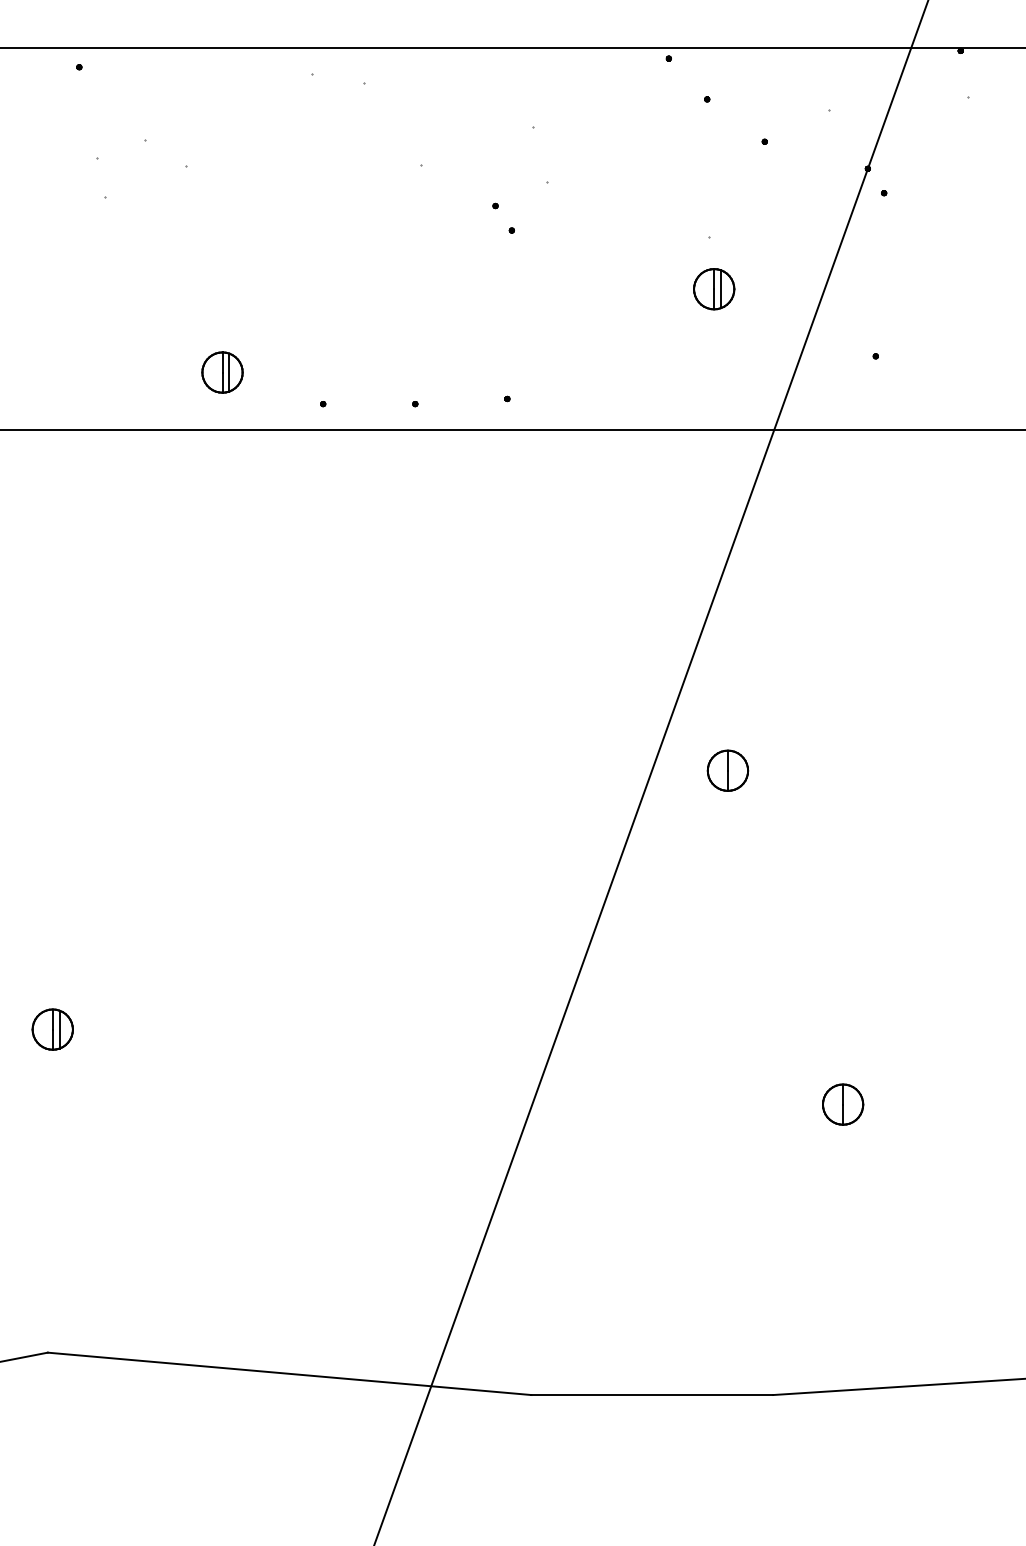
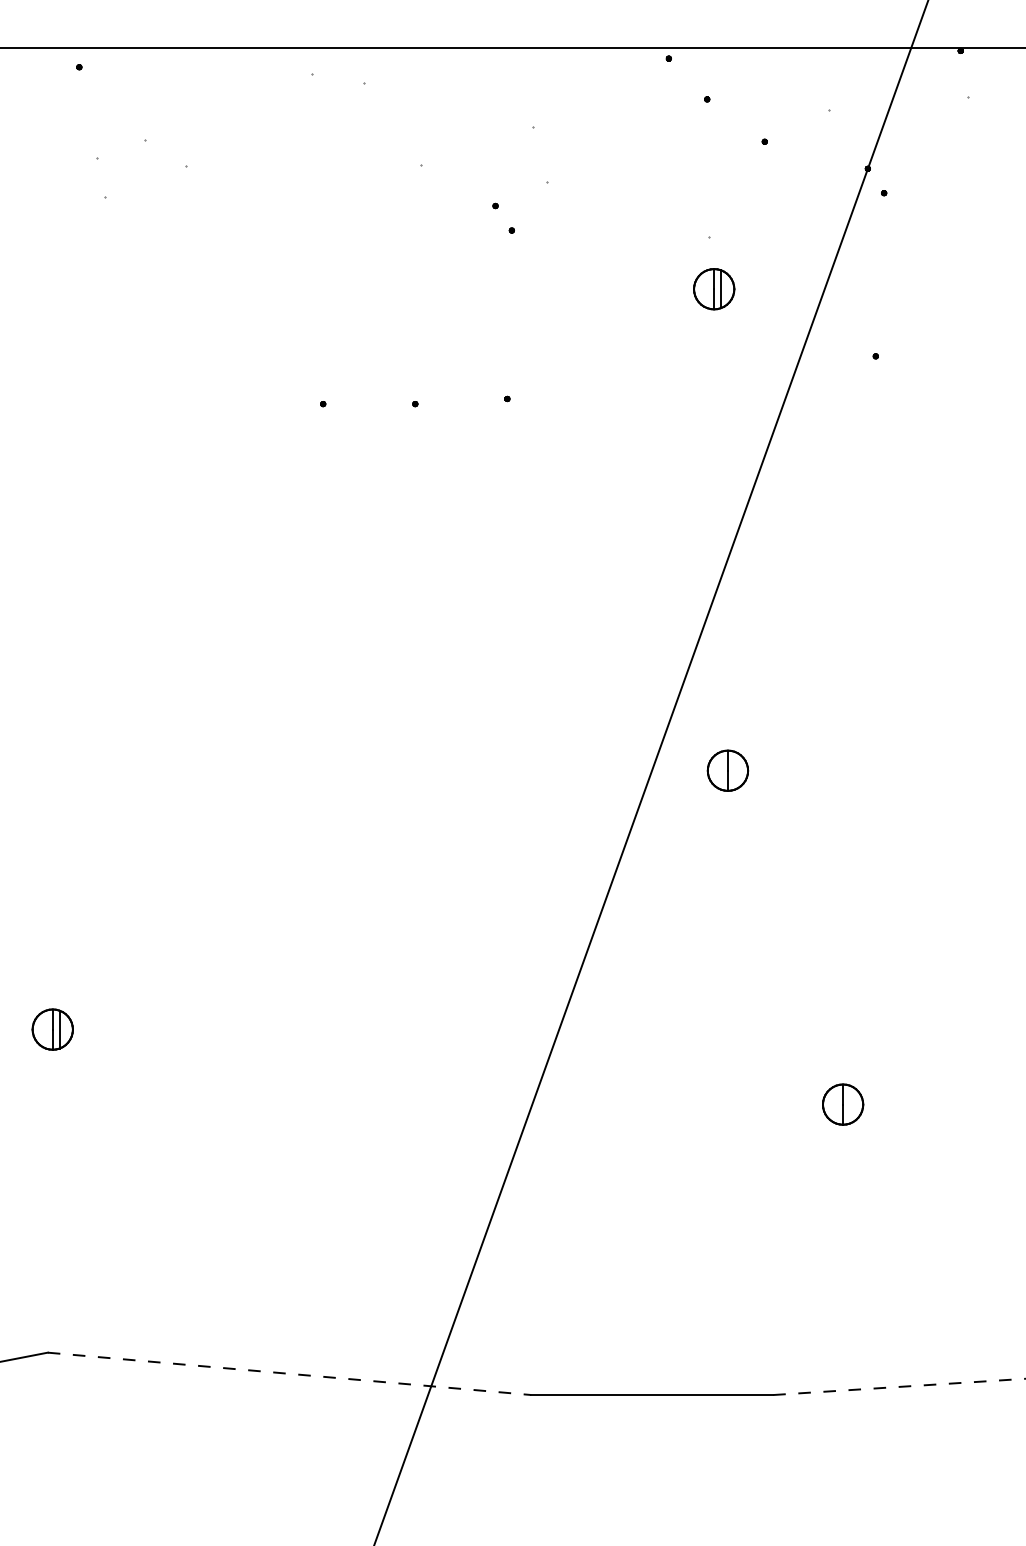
part at (222, 372): present -> none
line at (512, 430): present -> none
line at (289, 1373): solid -> dashed
line at (899, 1386): solid -> dashed
